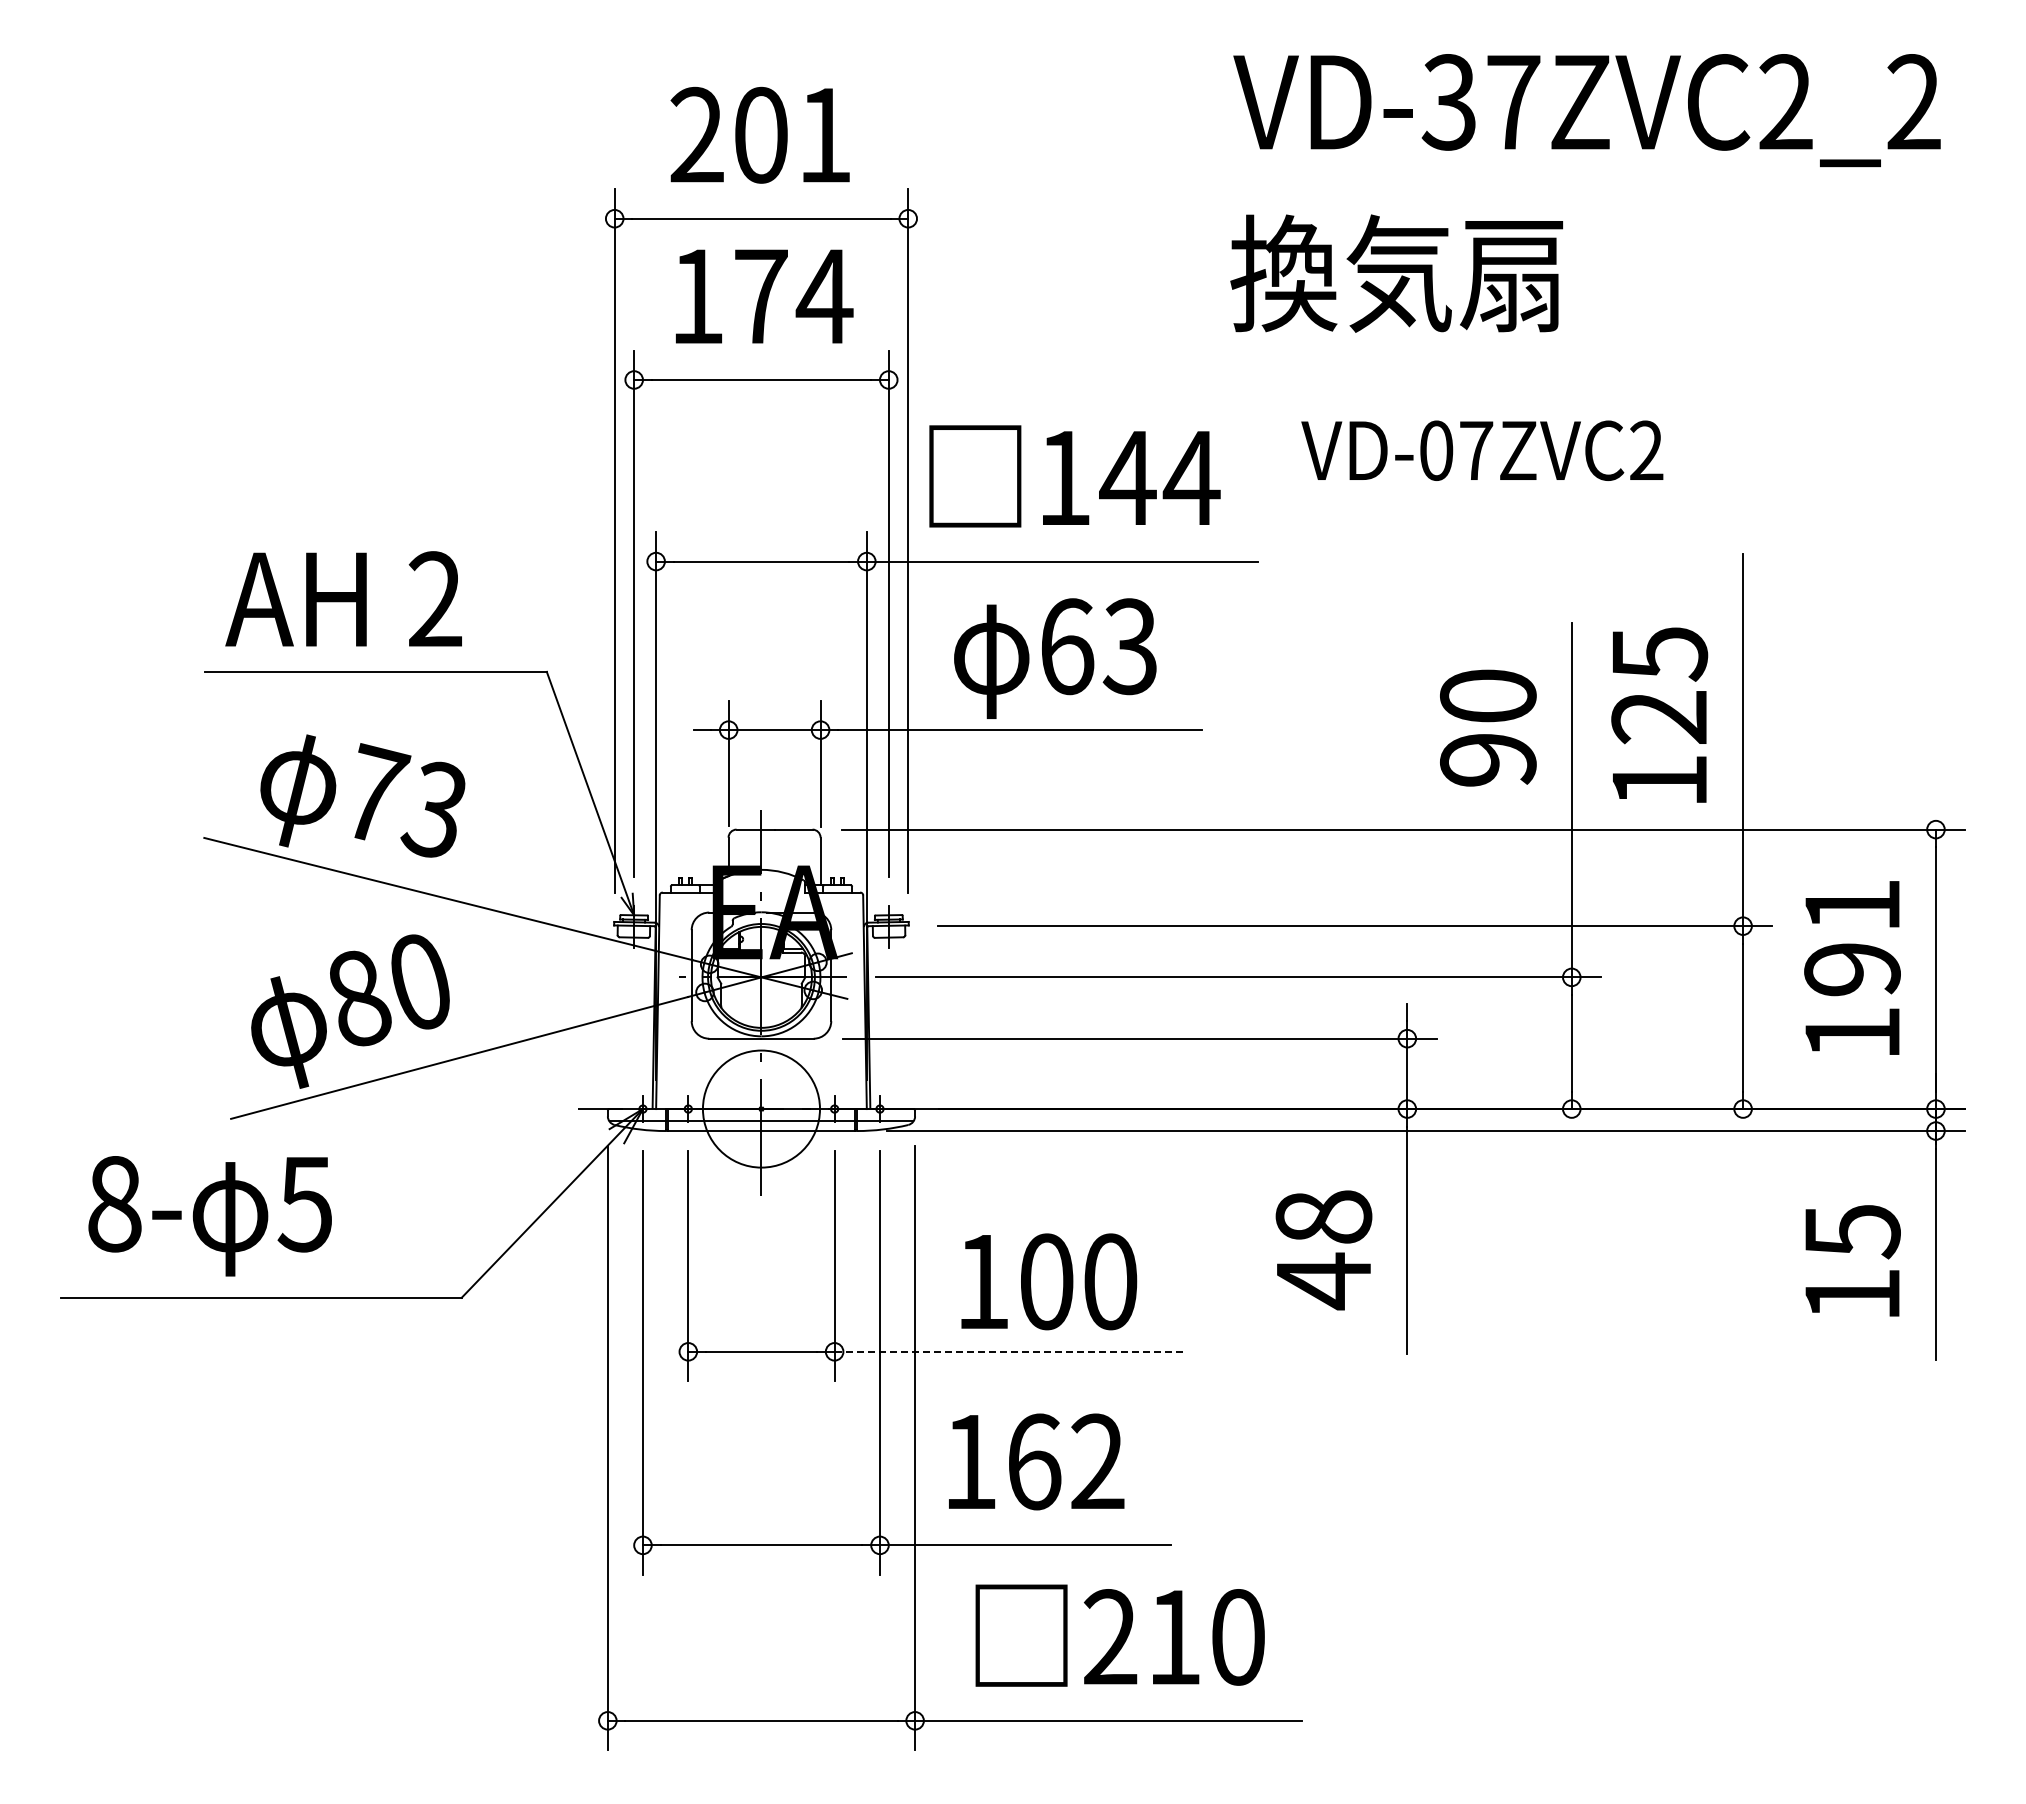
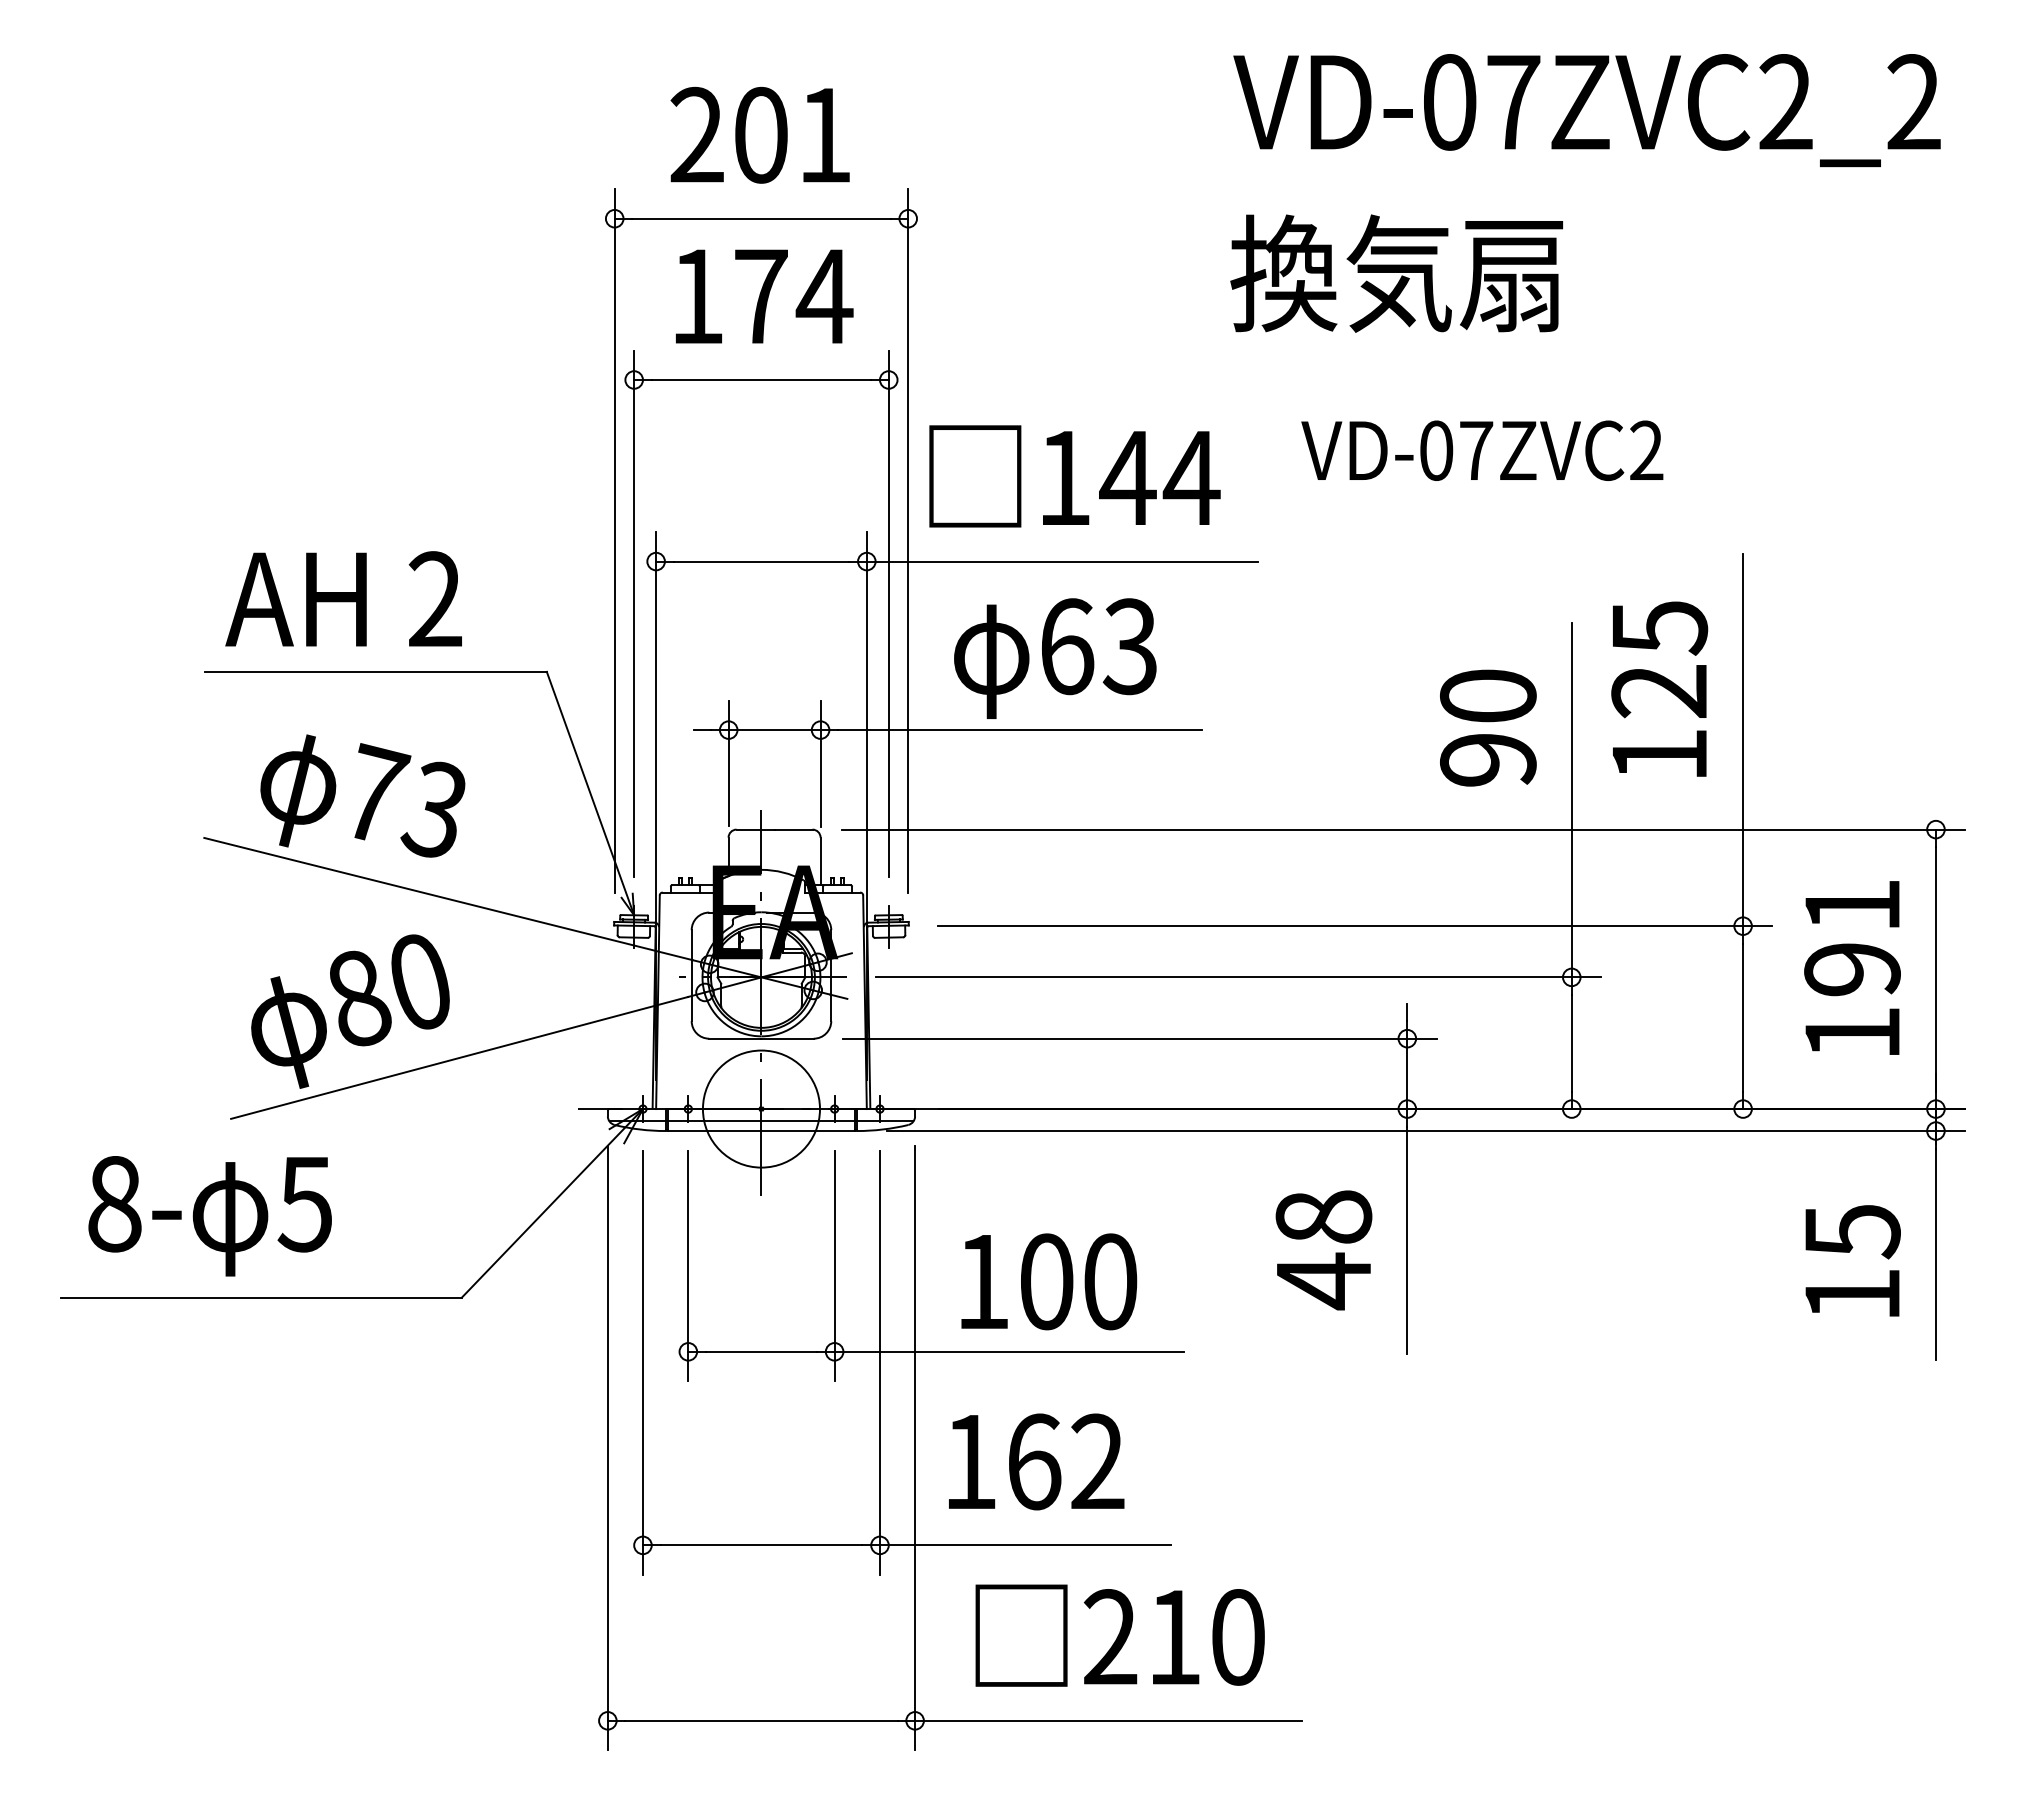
text at (1448, 102): VD-37ZVC2_2 -> VD-07ZVC2_2
text at (1659, 714) position: (1659, 714) -> (1659, 688)
line at (1009, 1351): dashed -> solid
